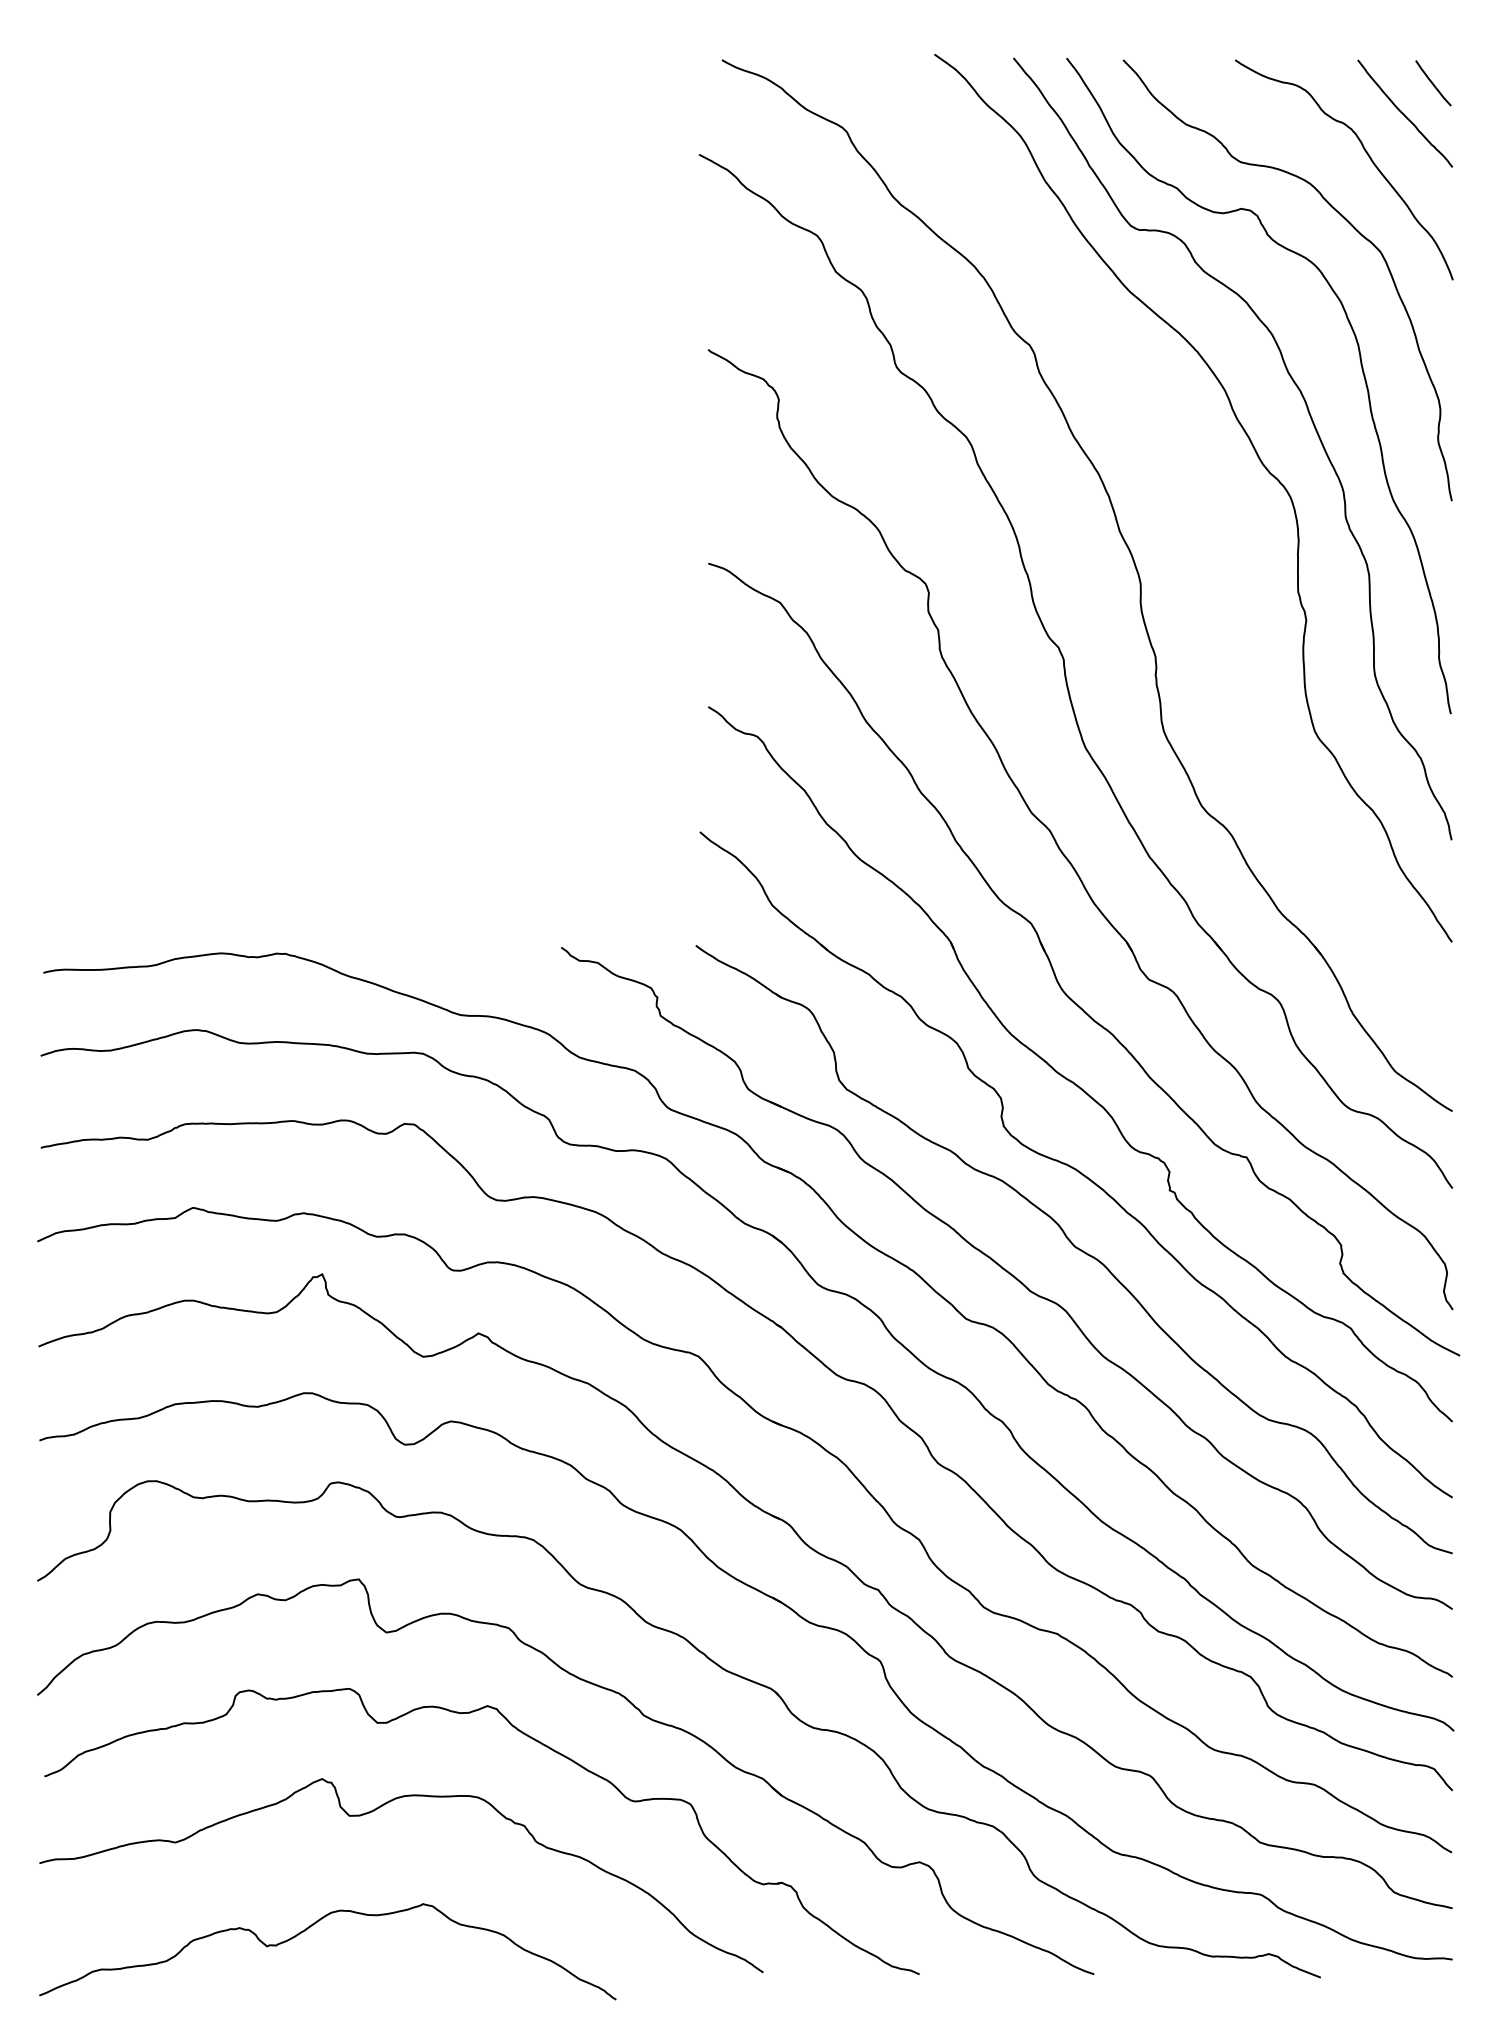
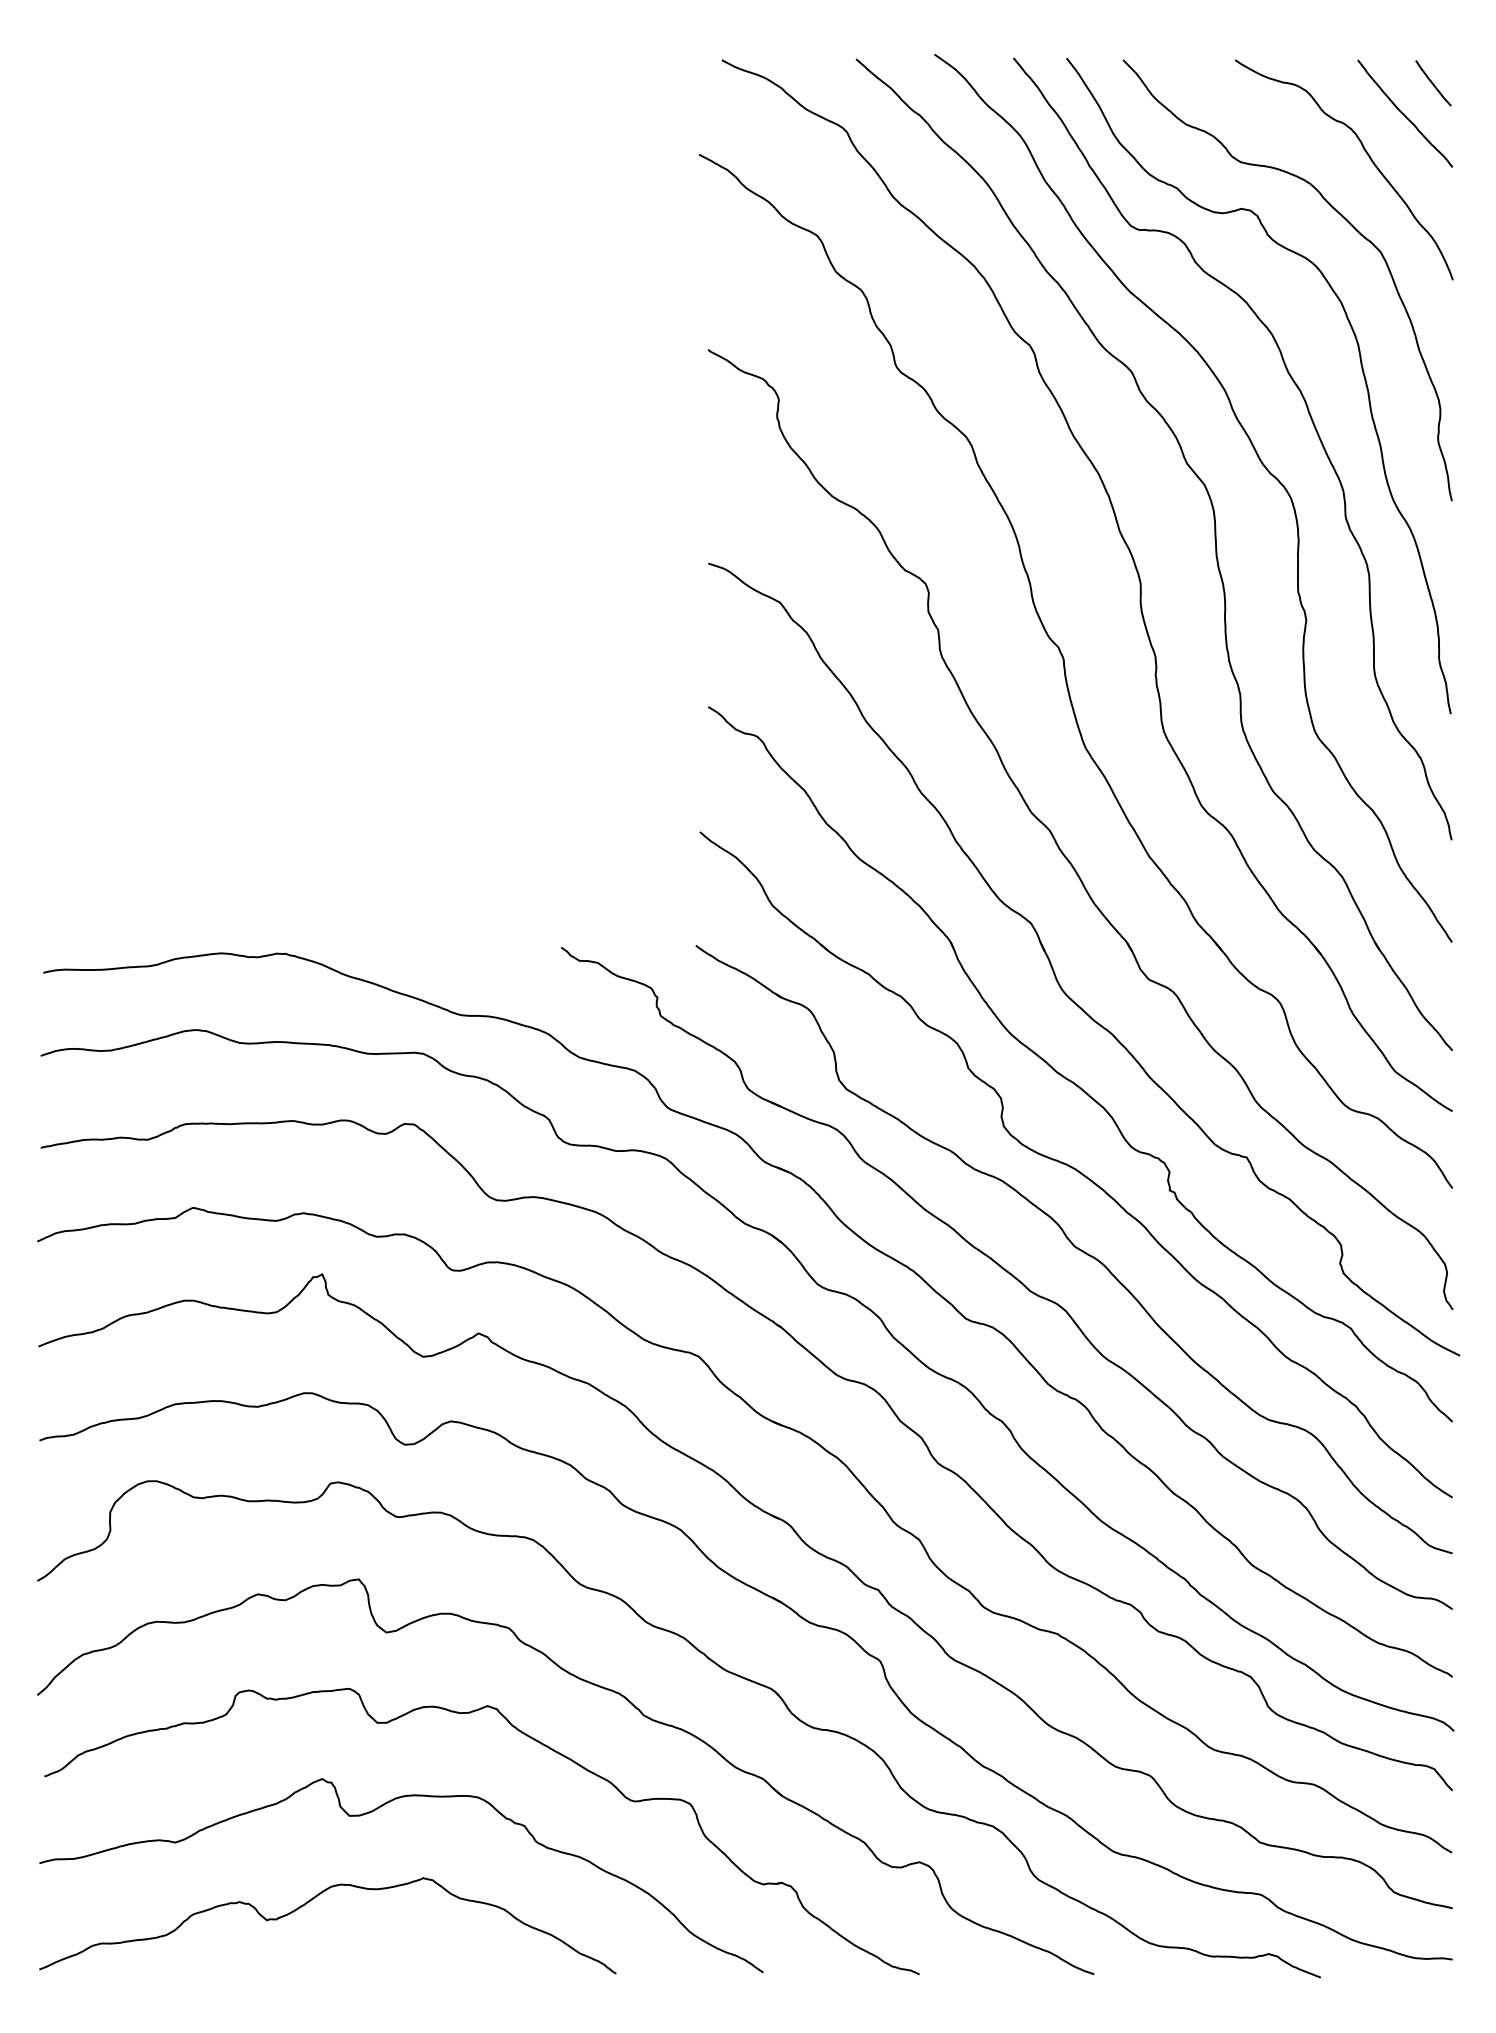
part at (1215, 554): none -> present
curve at (312, 1926) position: (312, 1926) -> (312, 1900)
